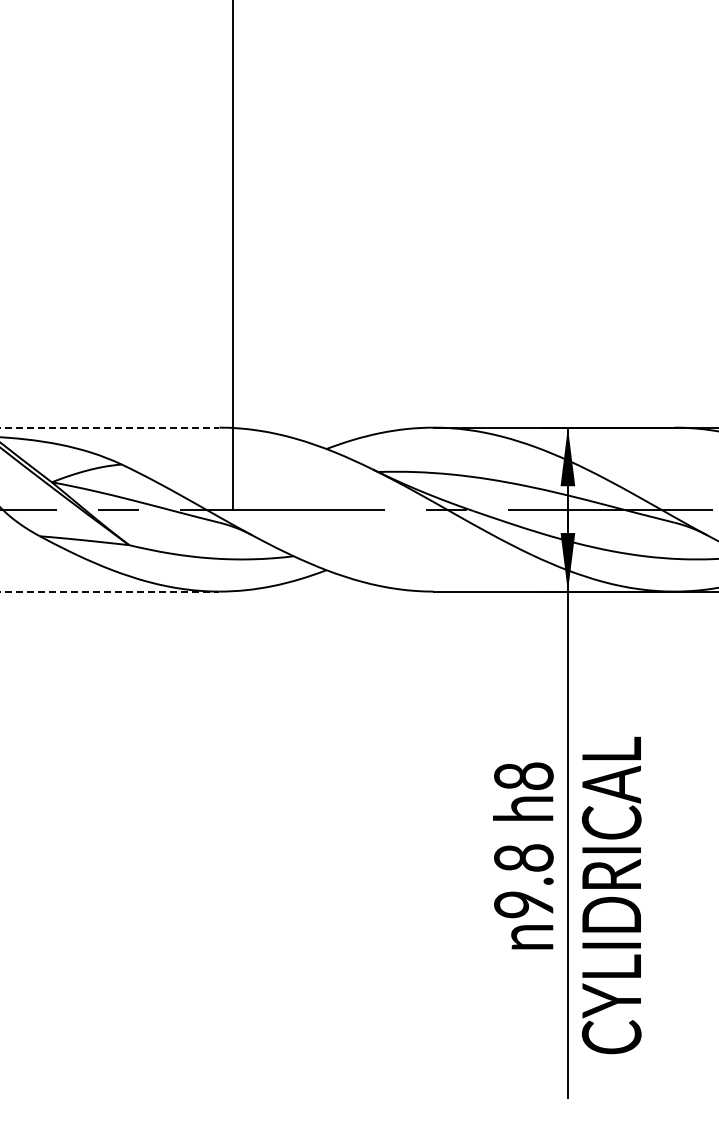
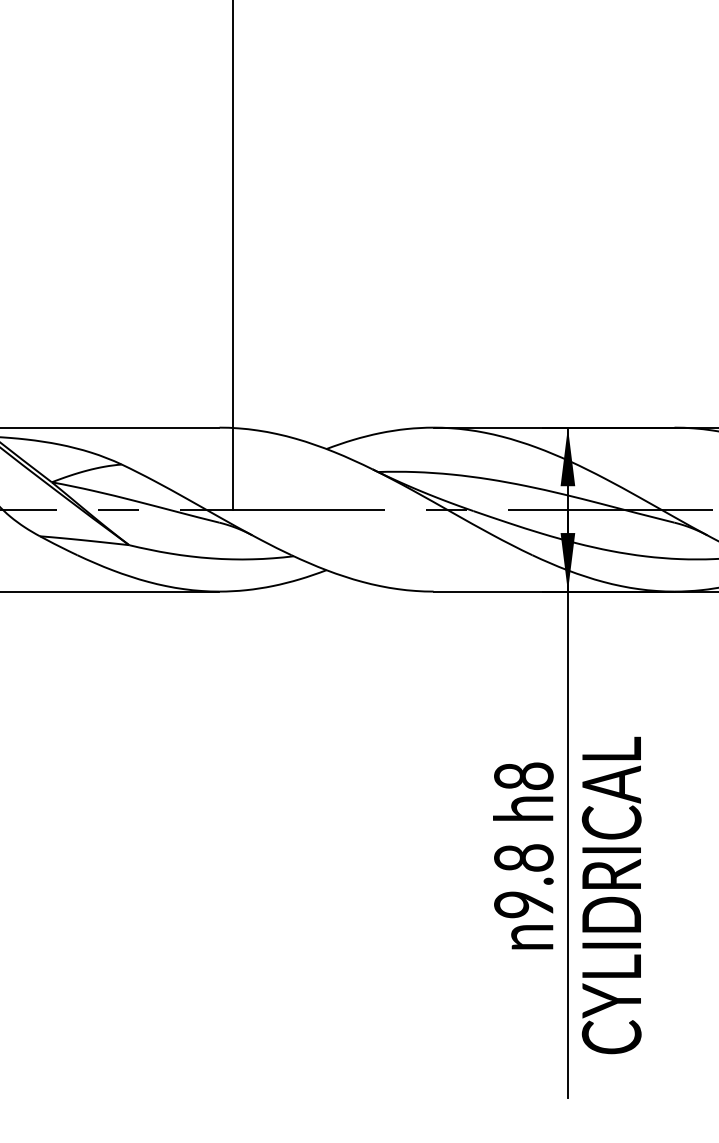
line at (110, 427): dashed -> solid
line at (110, 591): dashed -> solid
